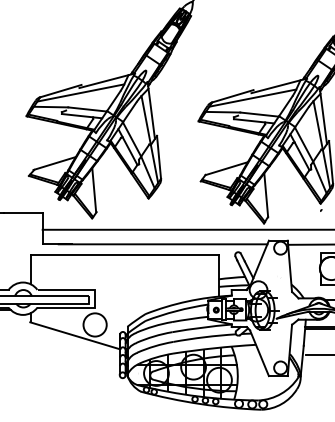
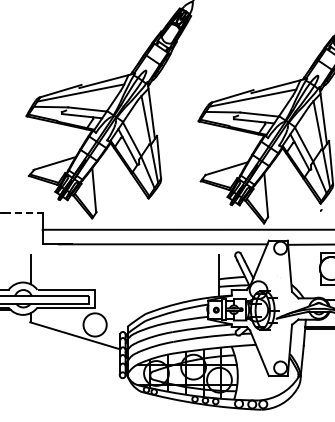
line at (23, 212): solid -> dashed
line at (124, 255): present -> none
line at (318, 355): present -> none
